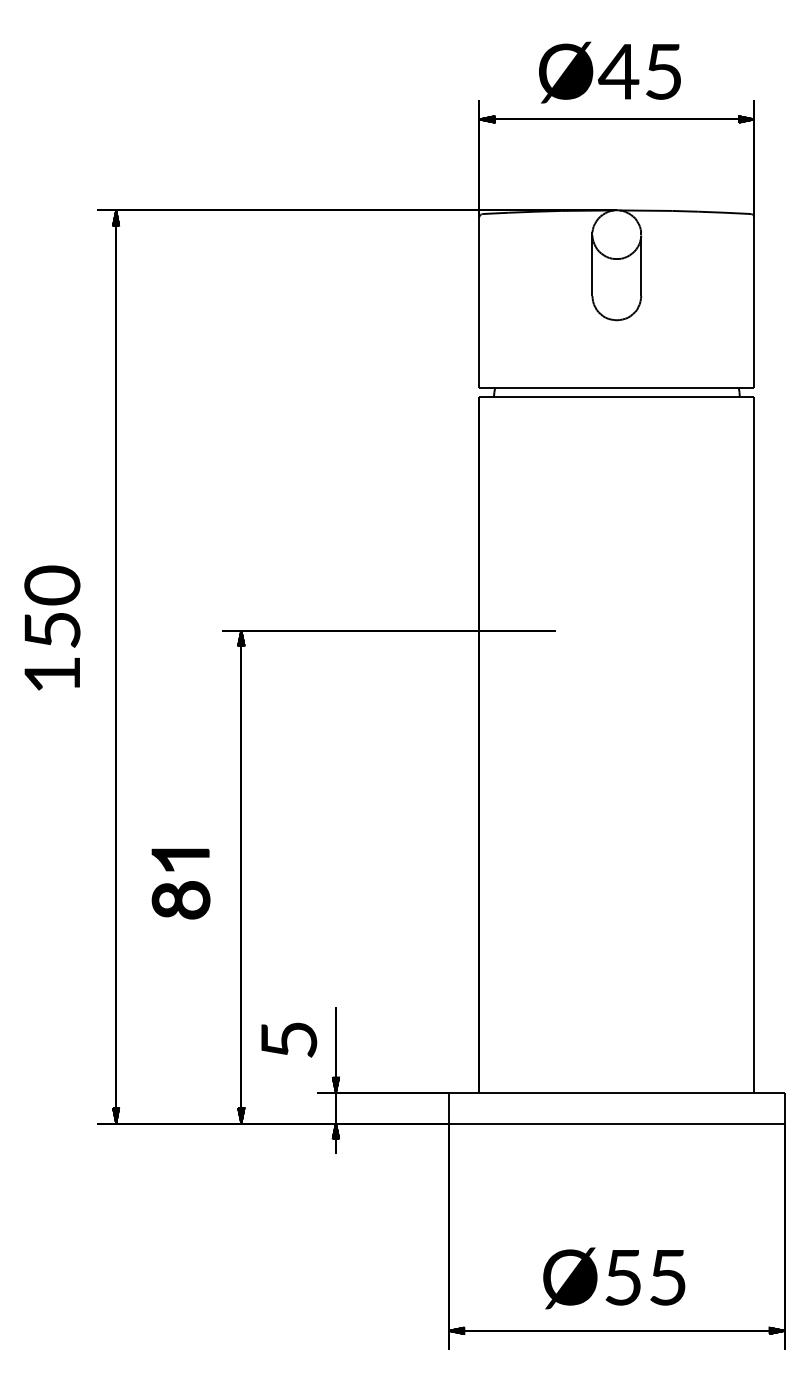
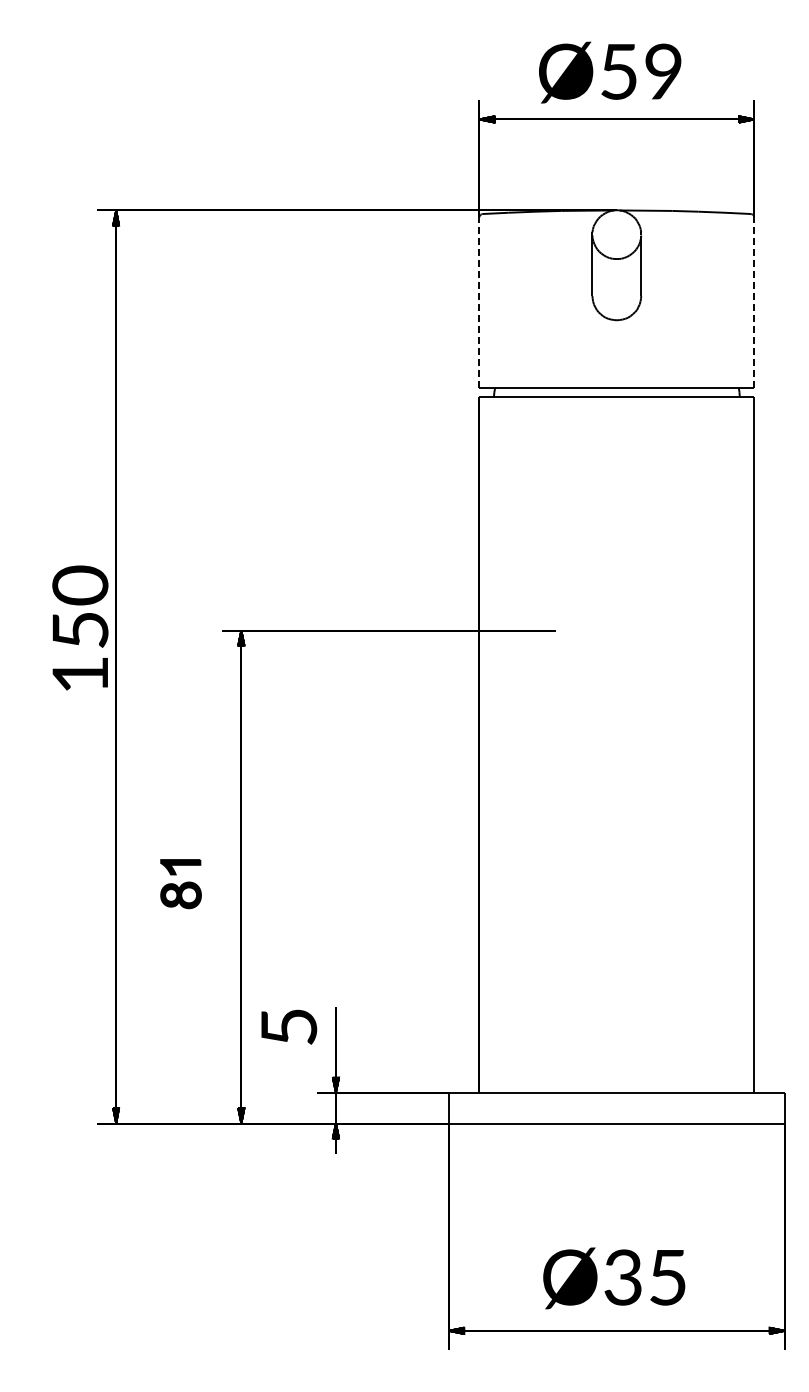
text at (639, 71): Ø45 -> Ø59
line at (479, 301): solid -> dashed
line at (754, 301): solid -> dashed
text at (52, 627) position: (52, 627) -> (80, 627)
part at (180, 883) size: 60x72 px -> 42x51 px
text at (289, 1039) position: (289, 1039) -> (289, 1026)
text at (622, 1277): Ø55 -> Ø35
